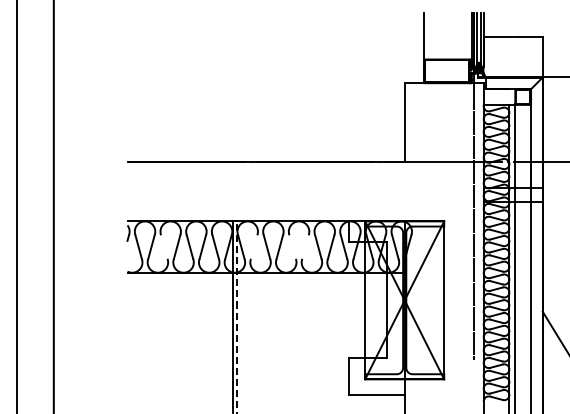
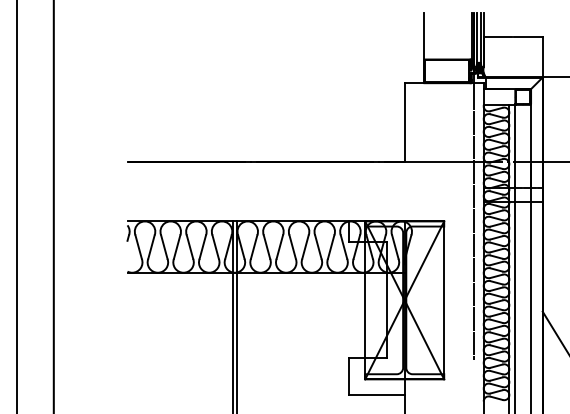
line at (164, 246): none -> present
line at (253, 246): none -> present
line at (292, 246): none -> present
line at (305, 246): none -> present
line at (237, 317): dashed -> solid
